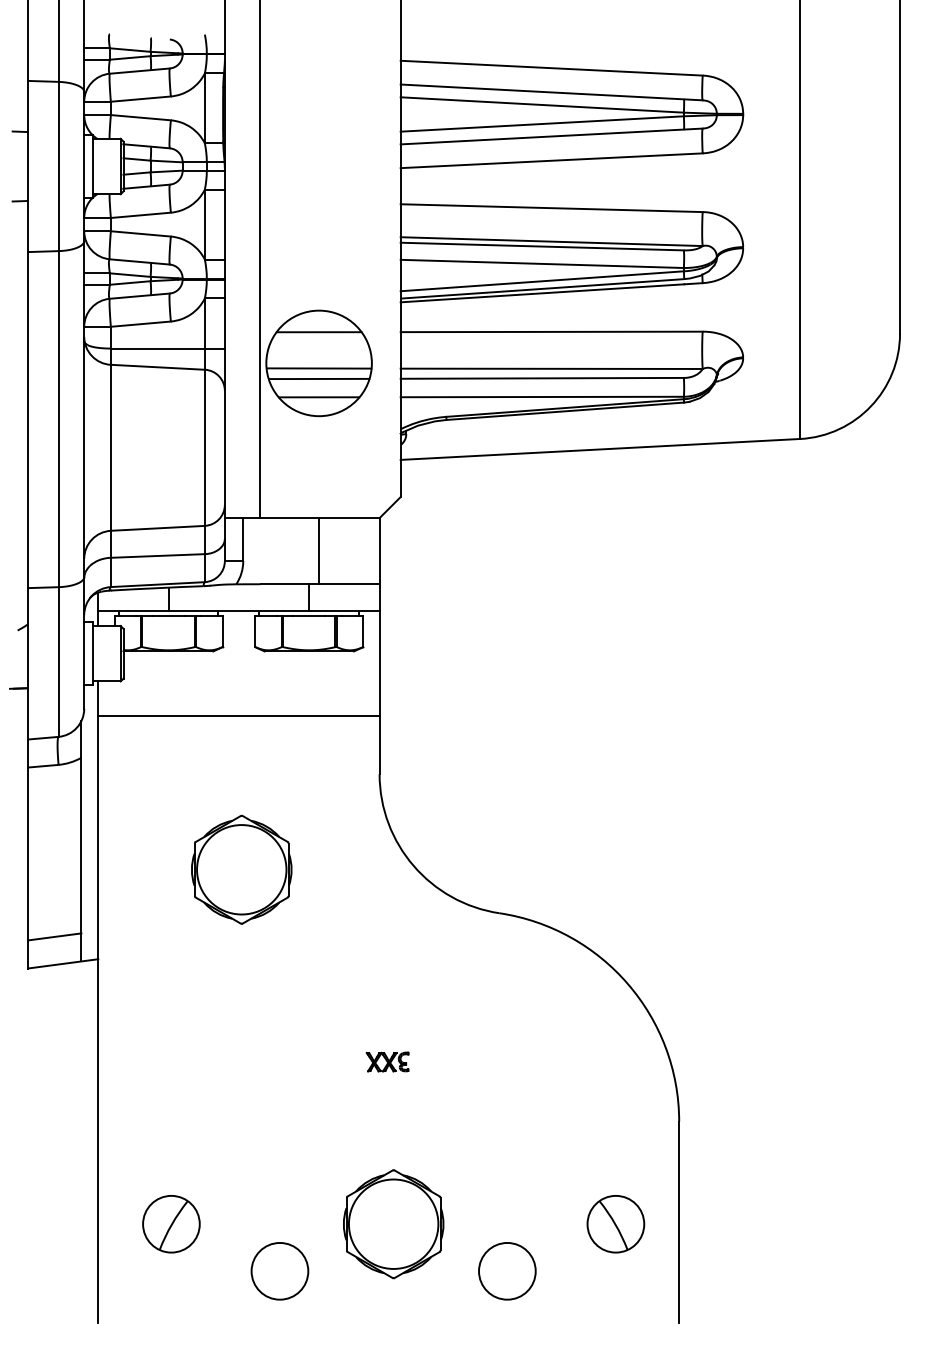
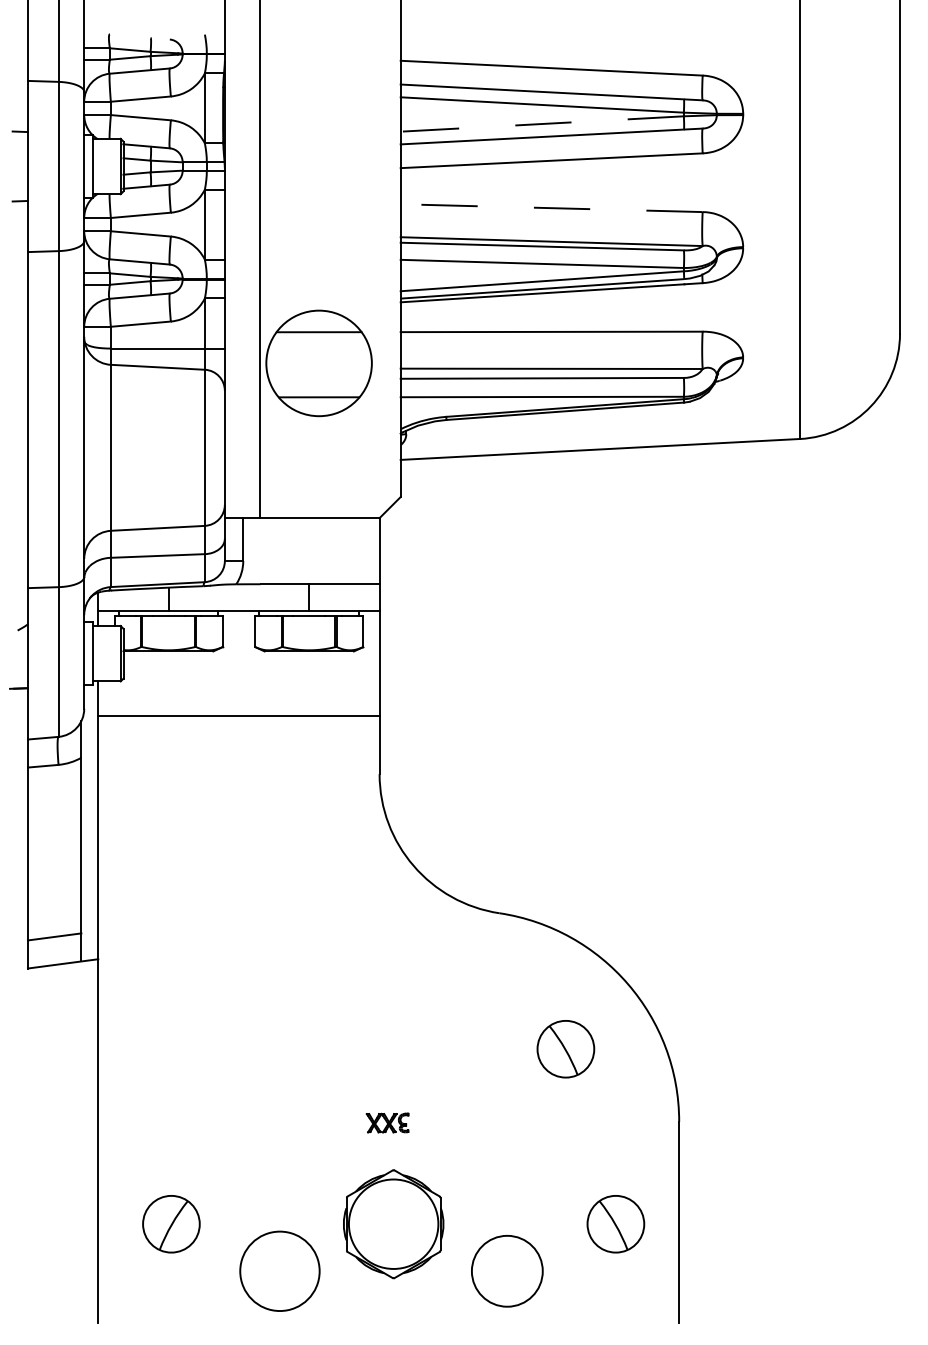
line at (542, 124): solid -> dashed
line at (551, 208): solid -> dashed
line at (318, 368): present -> none
line at (319, 378): present -> none
line at (318, 551): present -> none
part at (241, 869): present -> none
part at (565, 1049): none -> present
part at (387, 1061) position: (387, 1061) -> (387, 1122)
circle at (279, 1270) diameter: 57 px -> 79 px
circle at (507, 1271) size: 59x59 px -> 73x73 px
